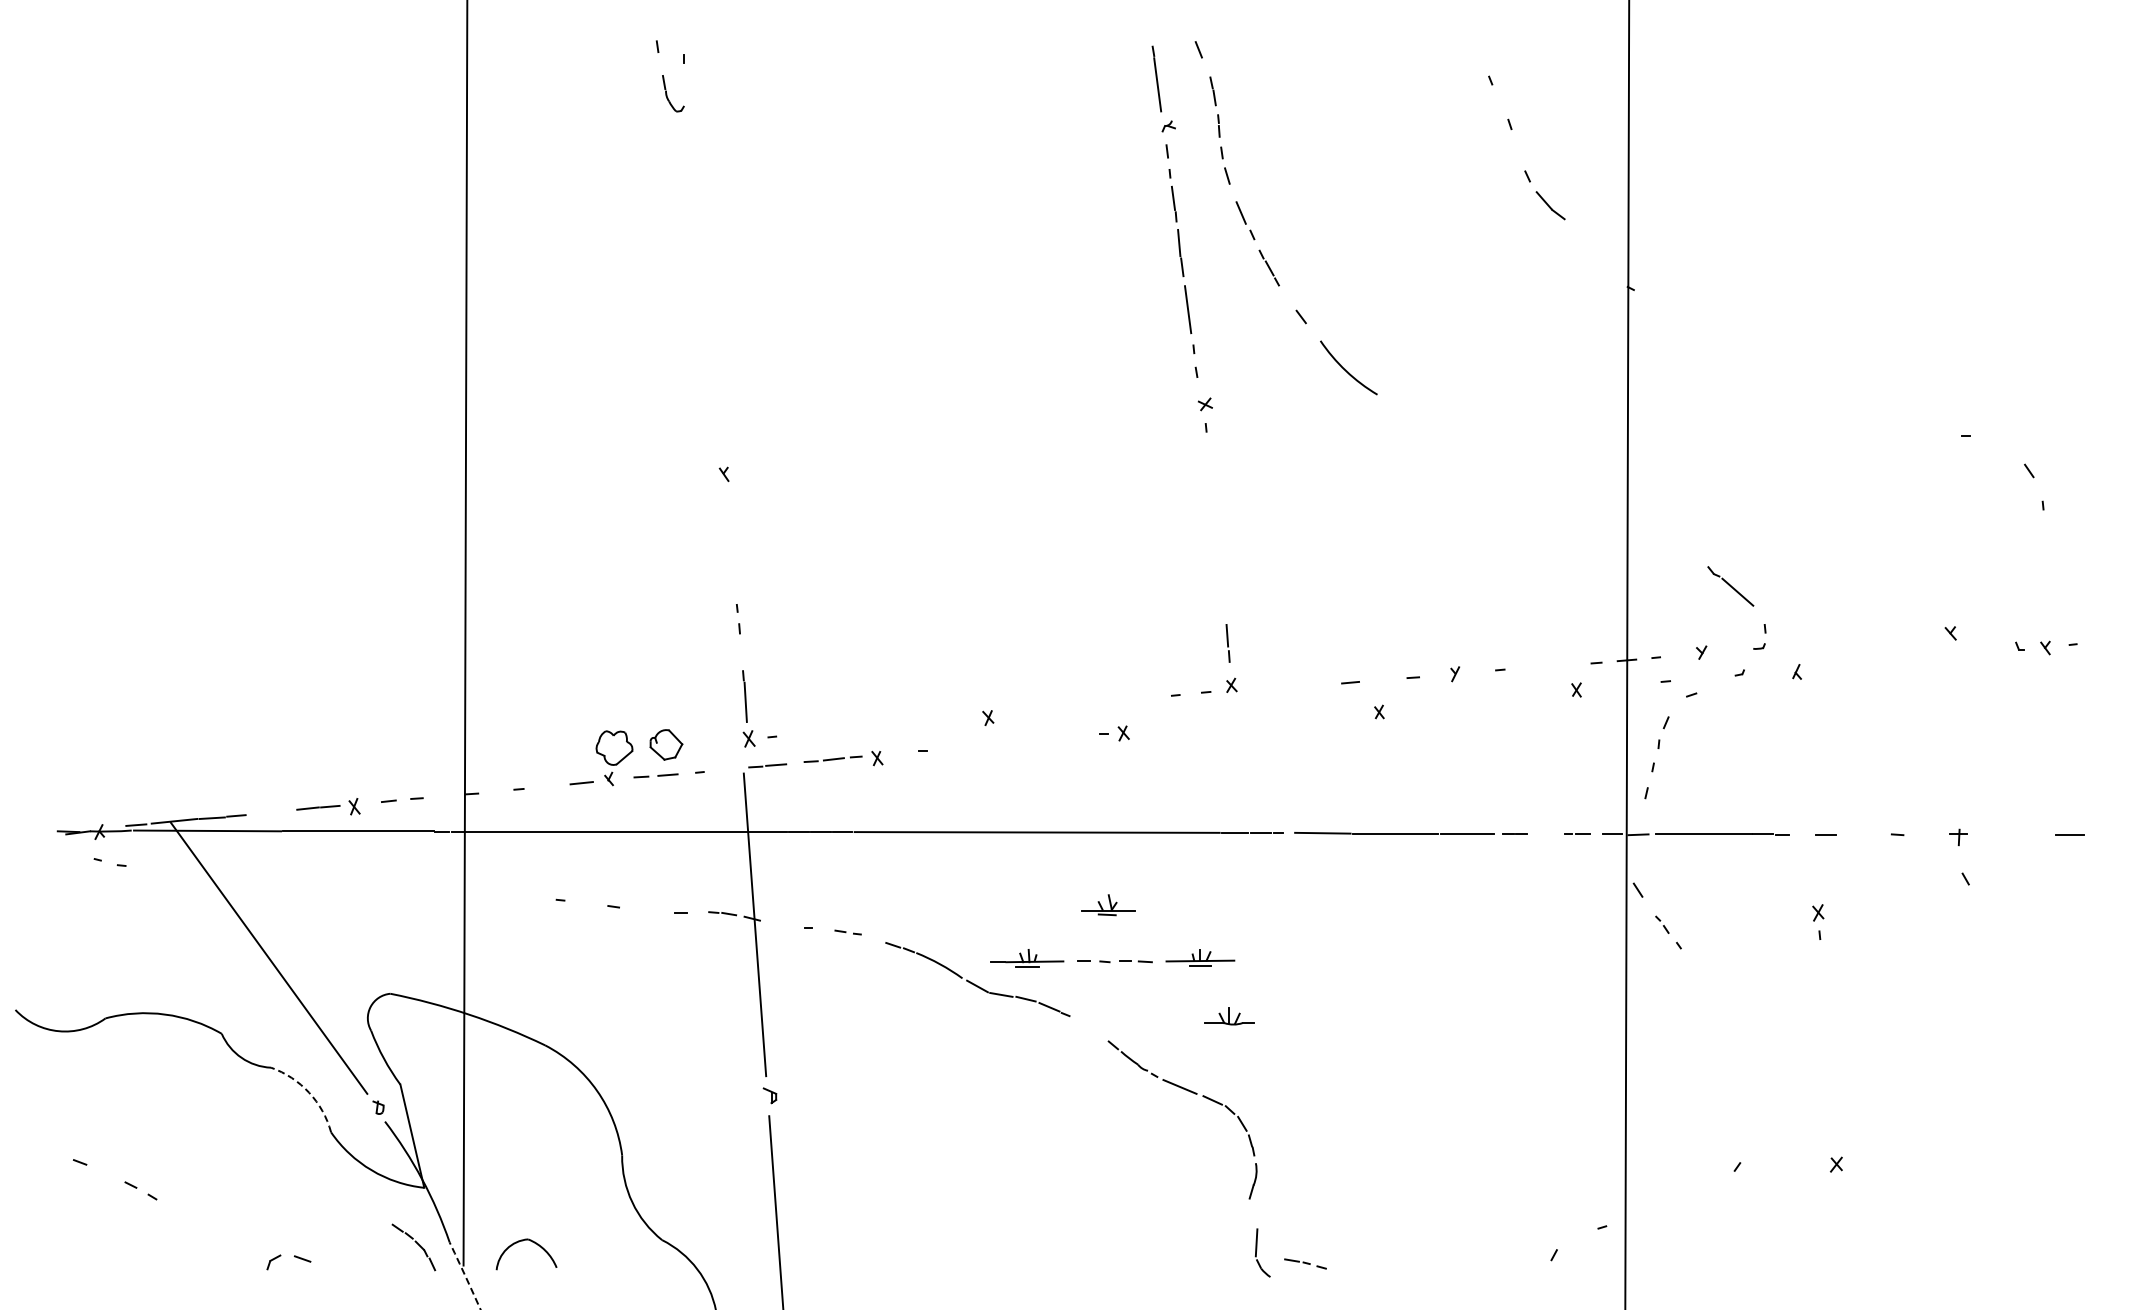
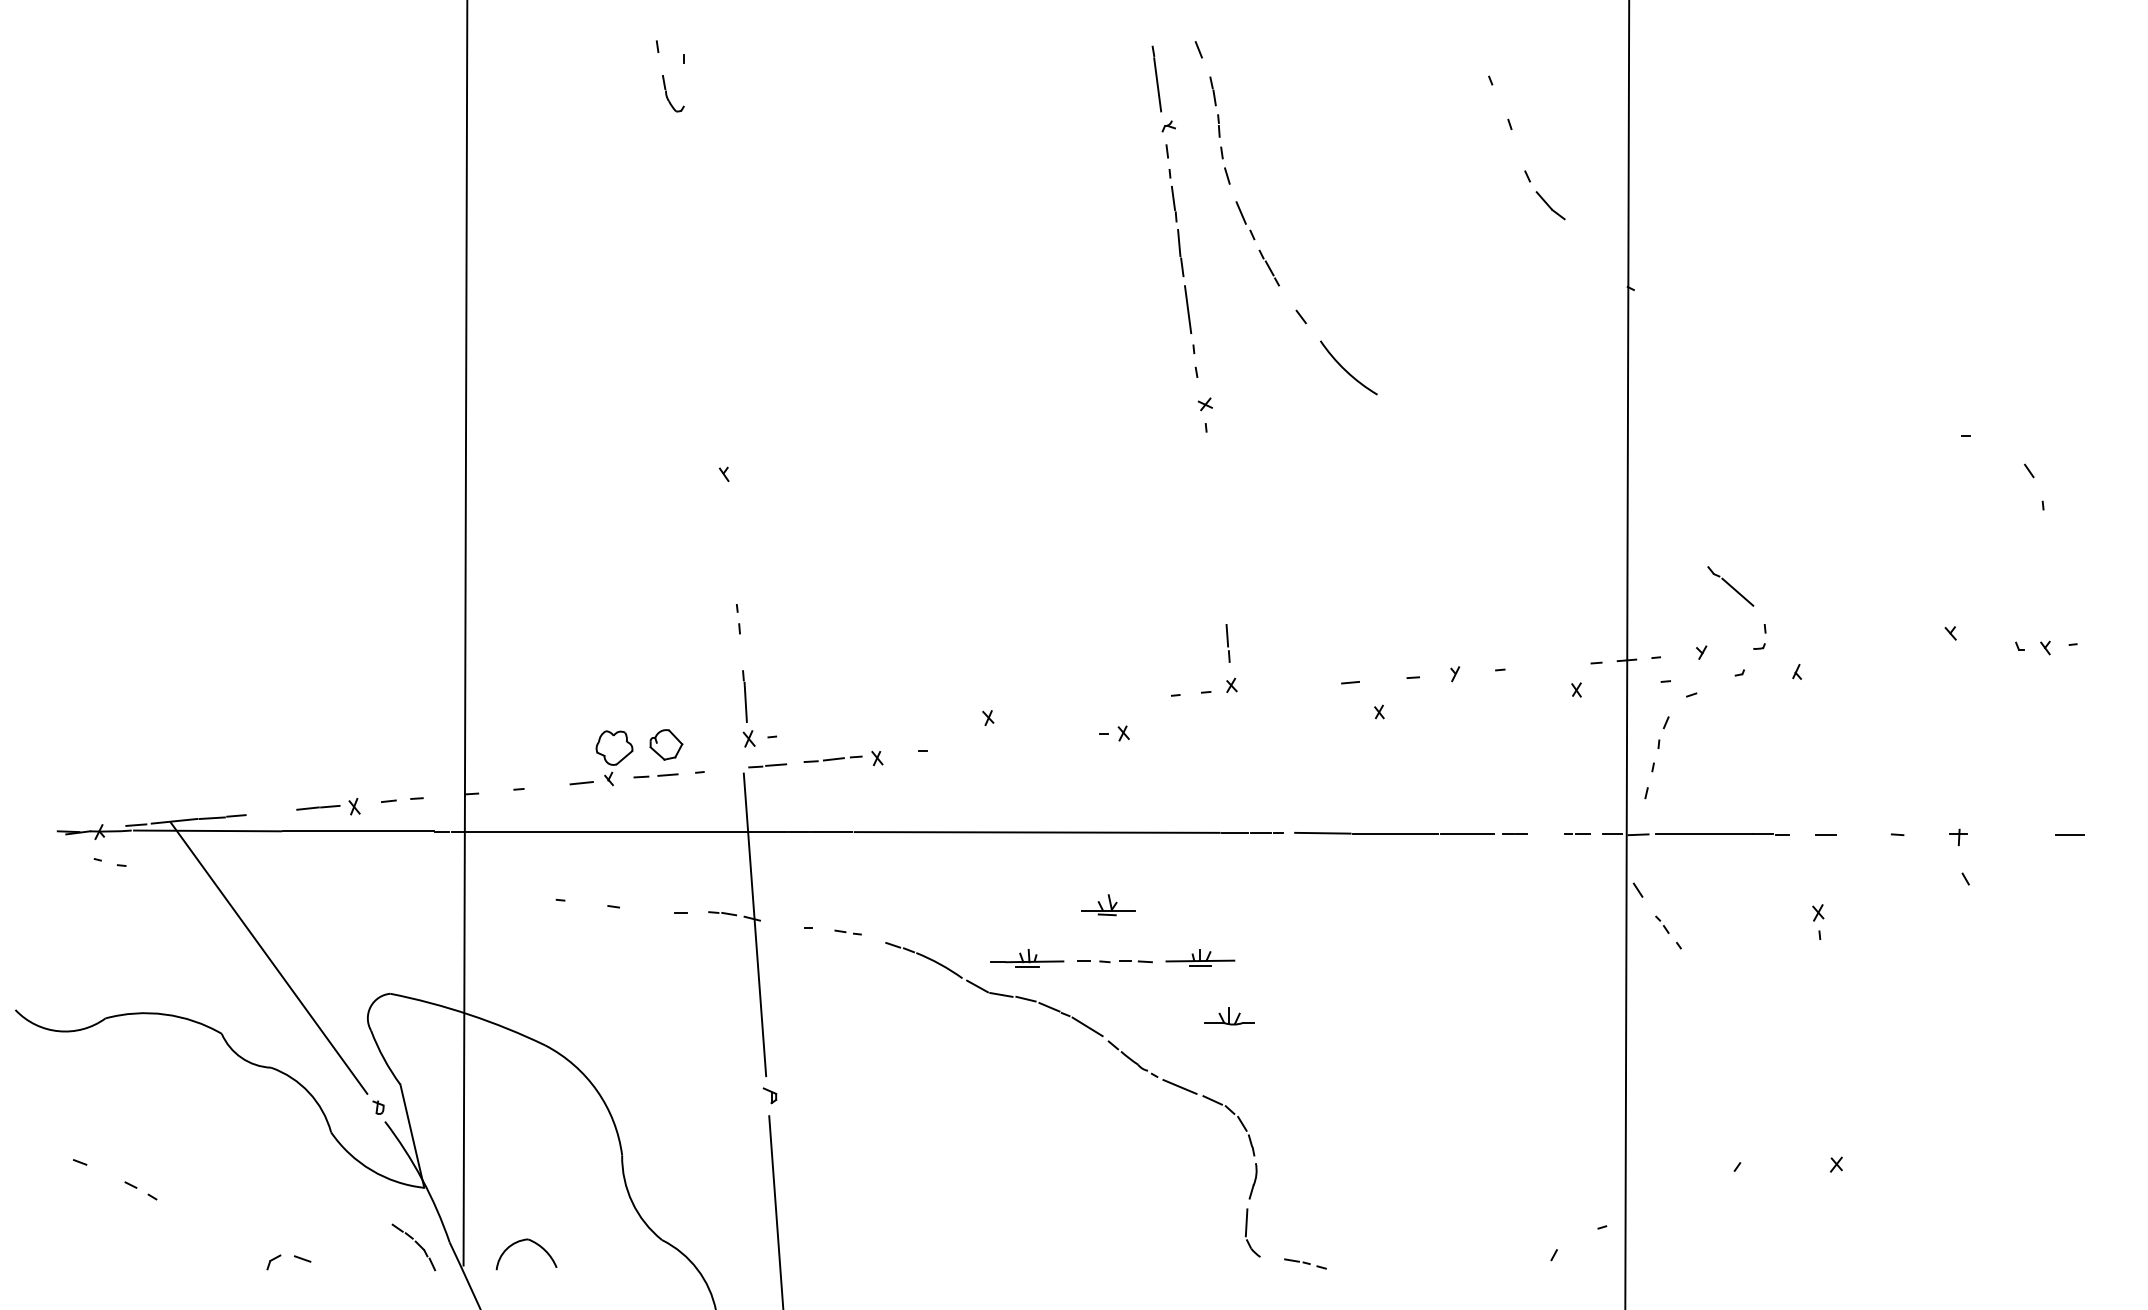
line at (1087, 1026): none -> present
arc at (309, 1092): dashed -> solid
part at (1262, 1252) position: (1262, 1252) -> (1252, 1232)
arc at (465, 1276): dashed -> solid
